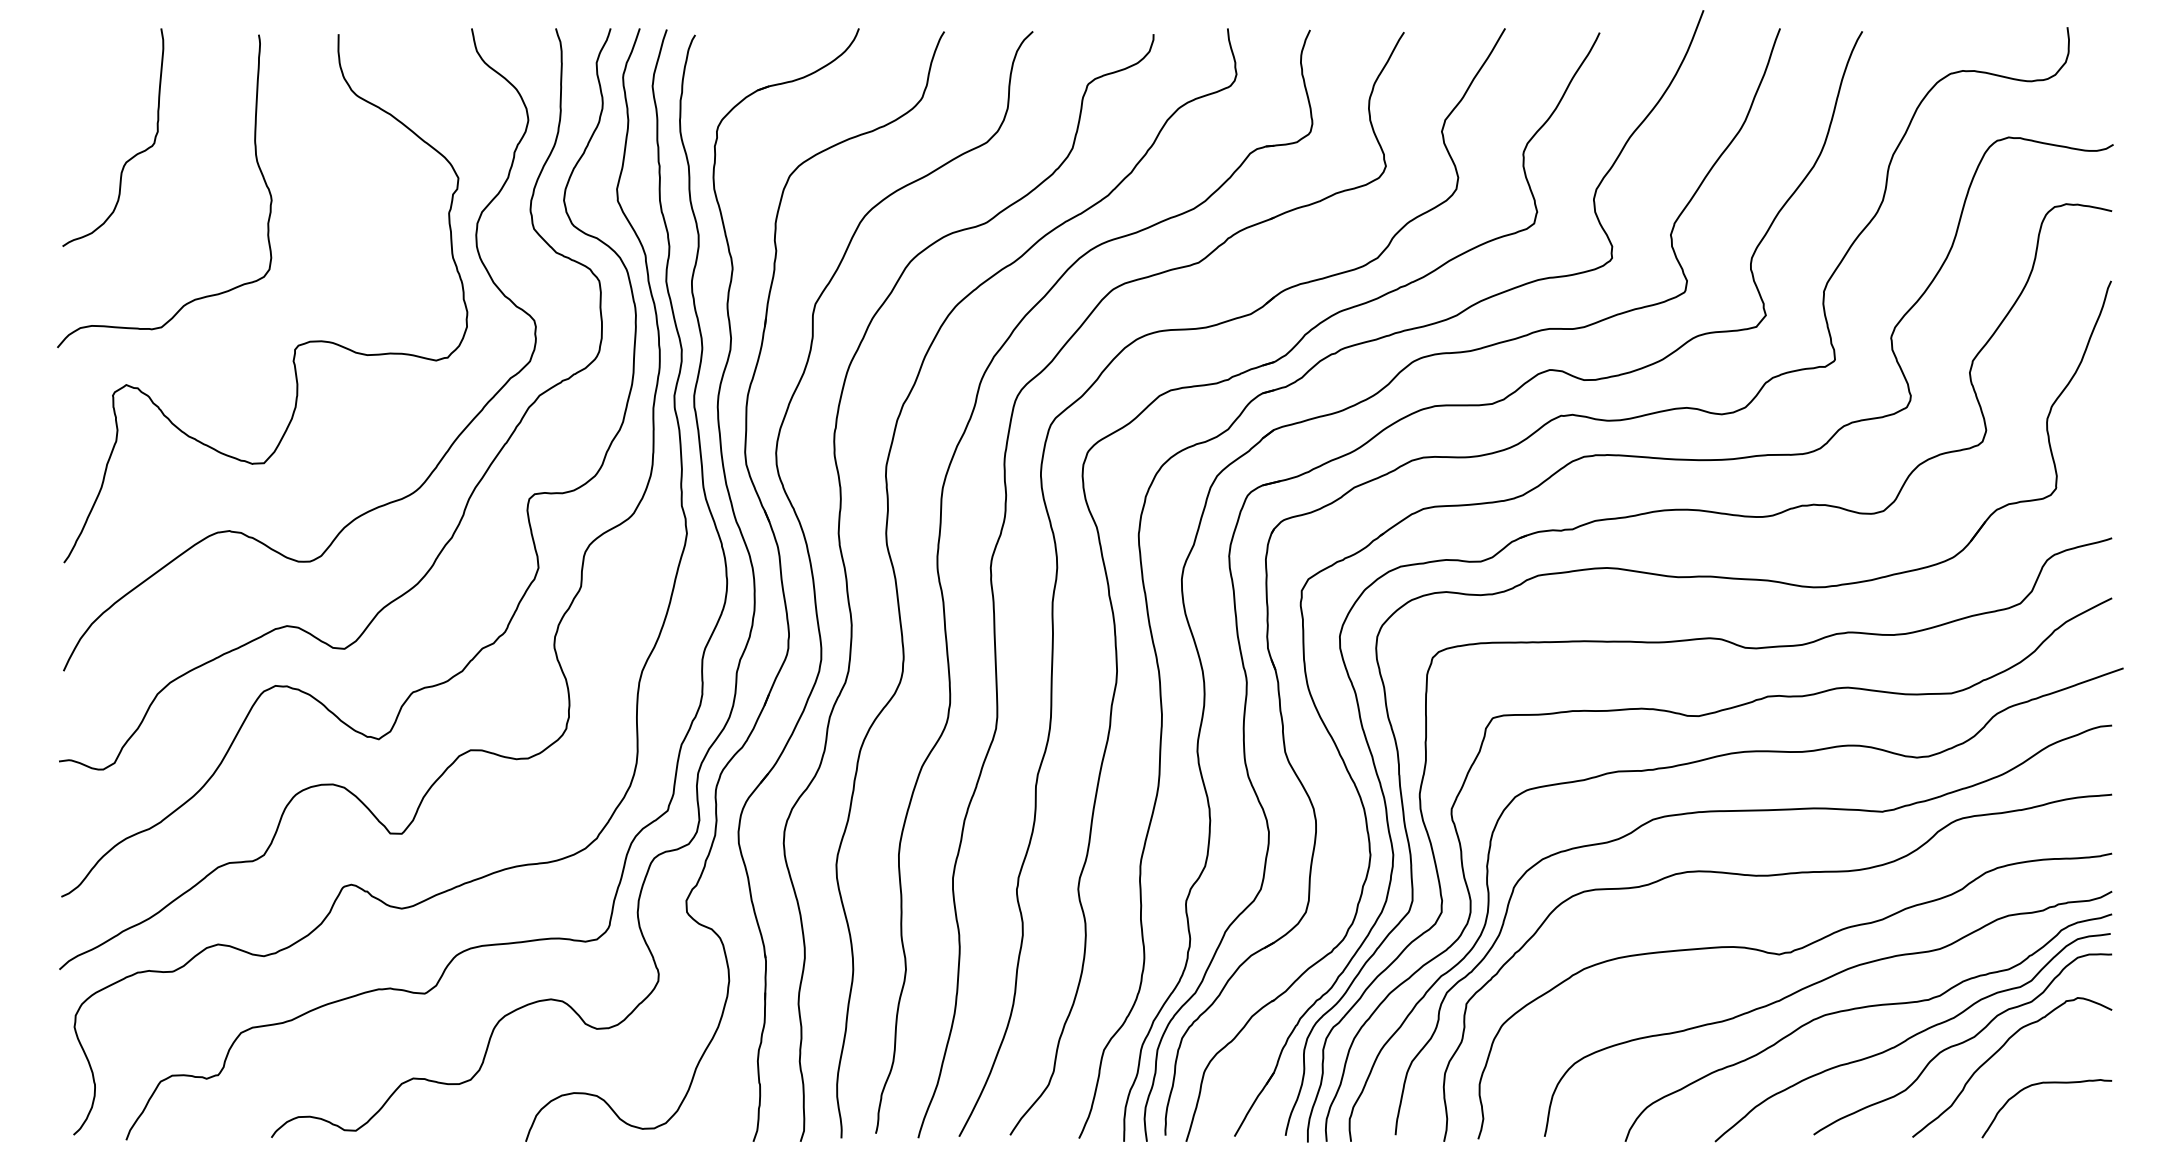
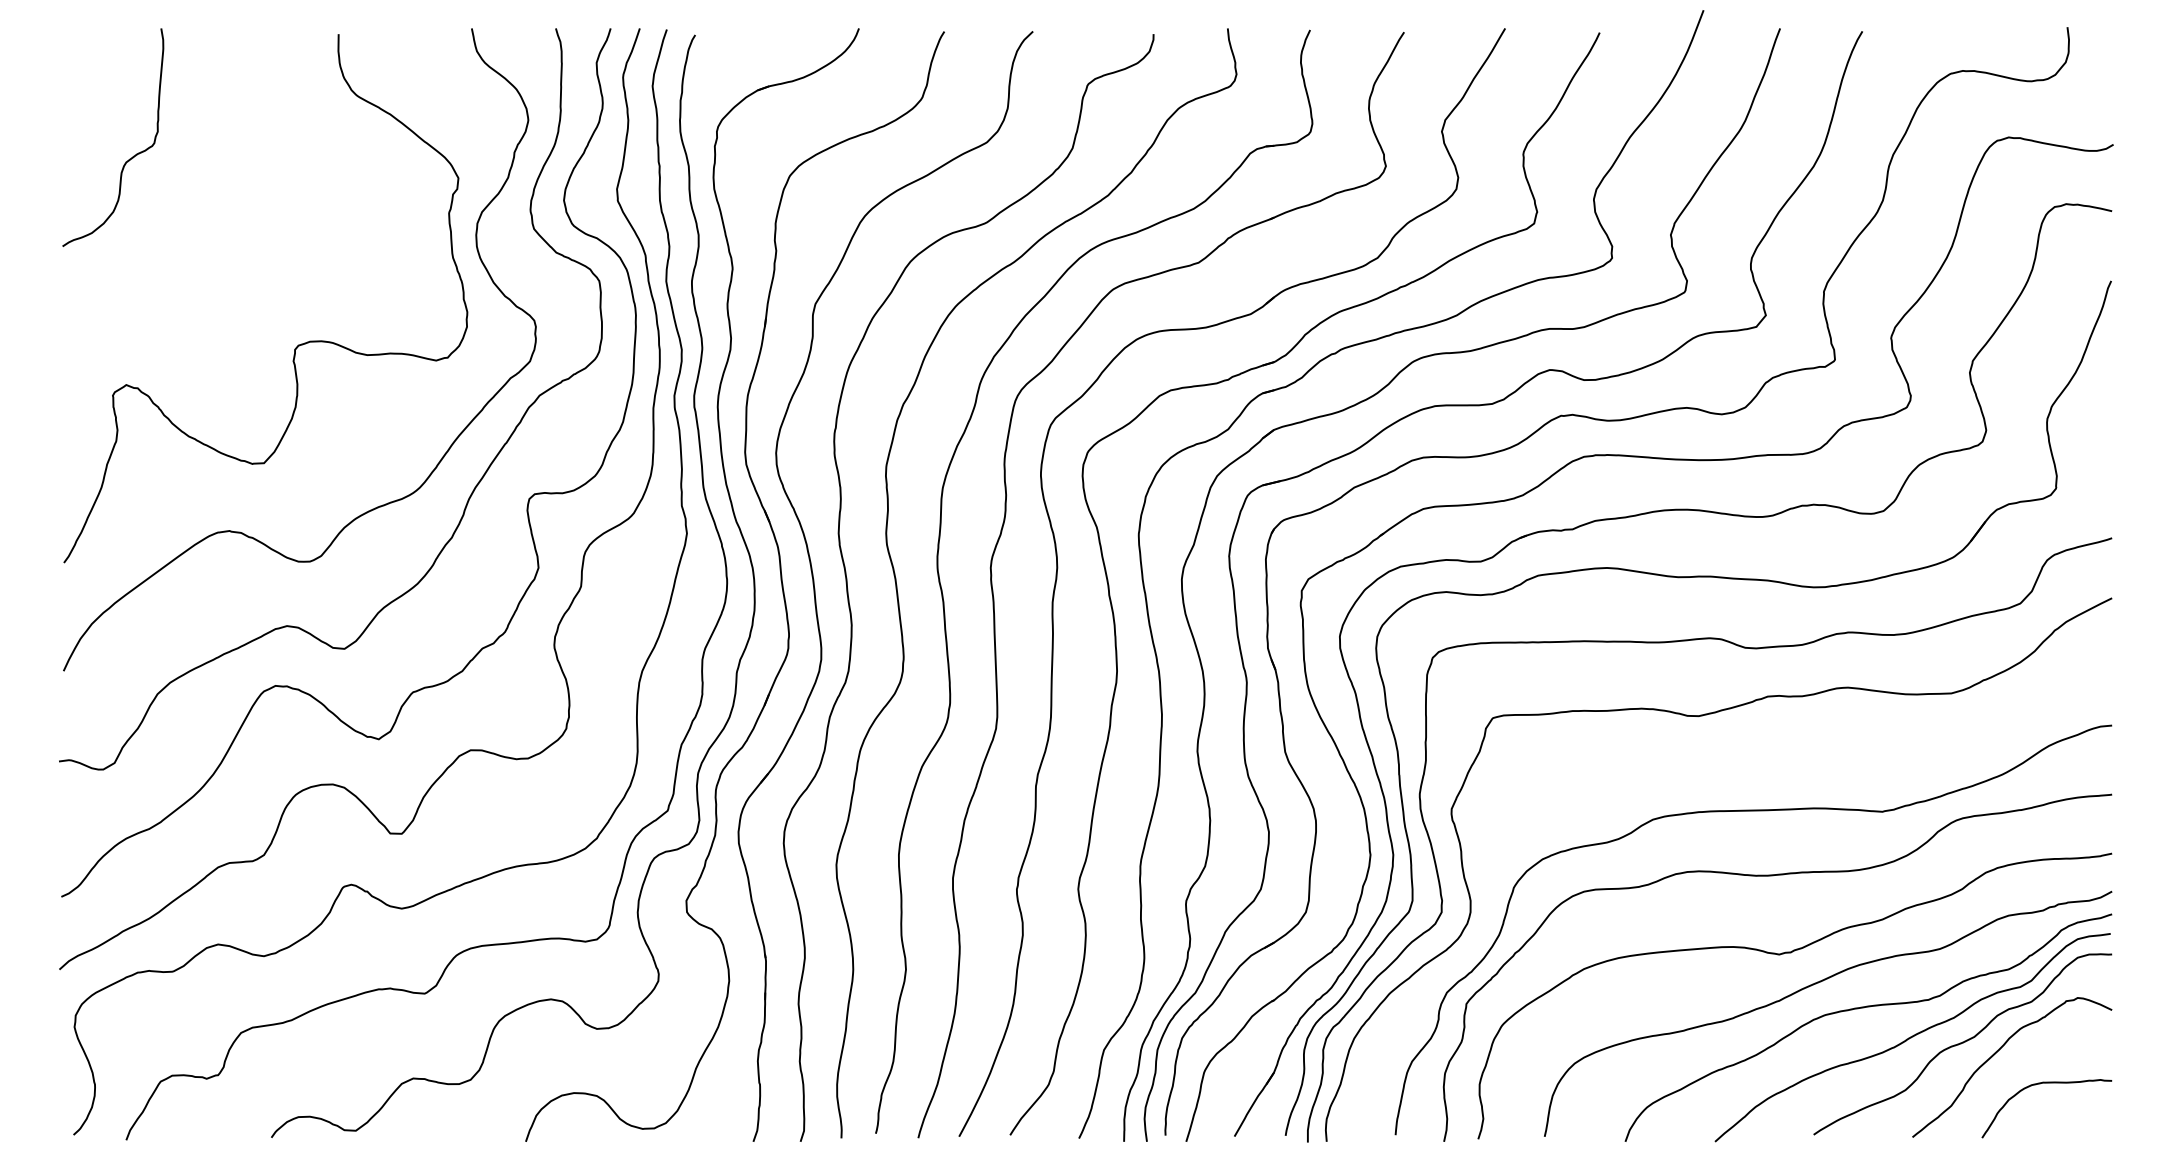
curve at (256, 162): present -> none
curve at (1698, 762): present -> none
